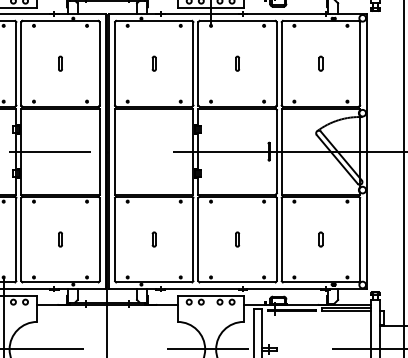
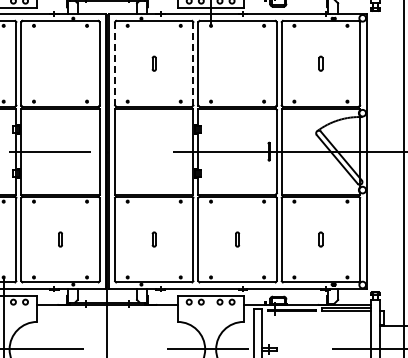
part at (60, 63): present -> none
line at (115, 63): solid -> dashed
line at (193, 63): solid -> dashed
part at (237, 63): present -> none
